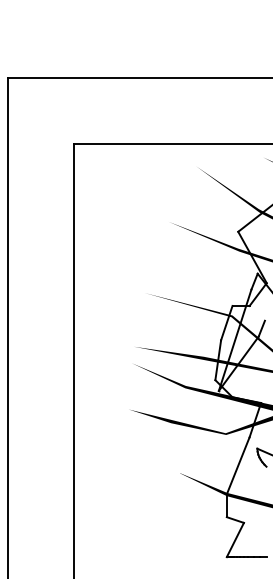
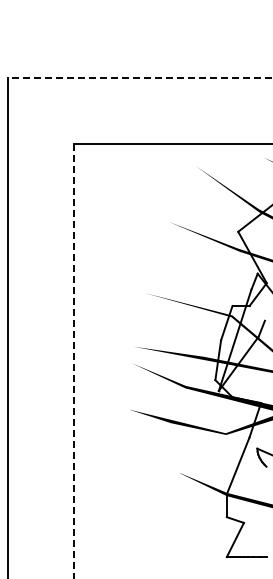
line at (140, 77): solid -> dashed
line at (74, 361): solid -> dashed
